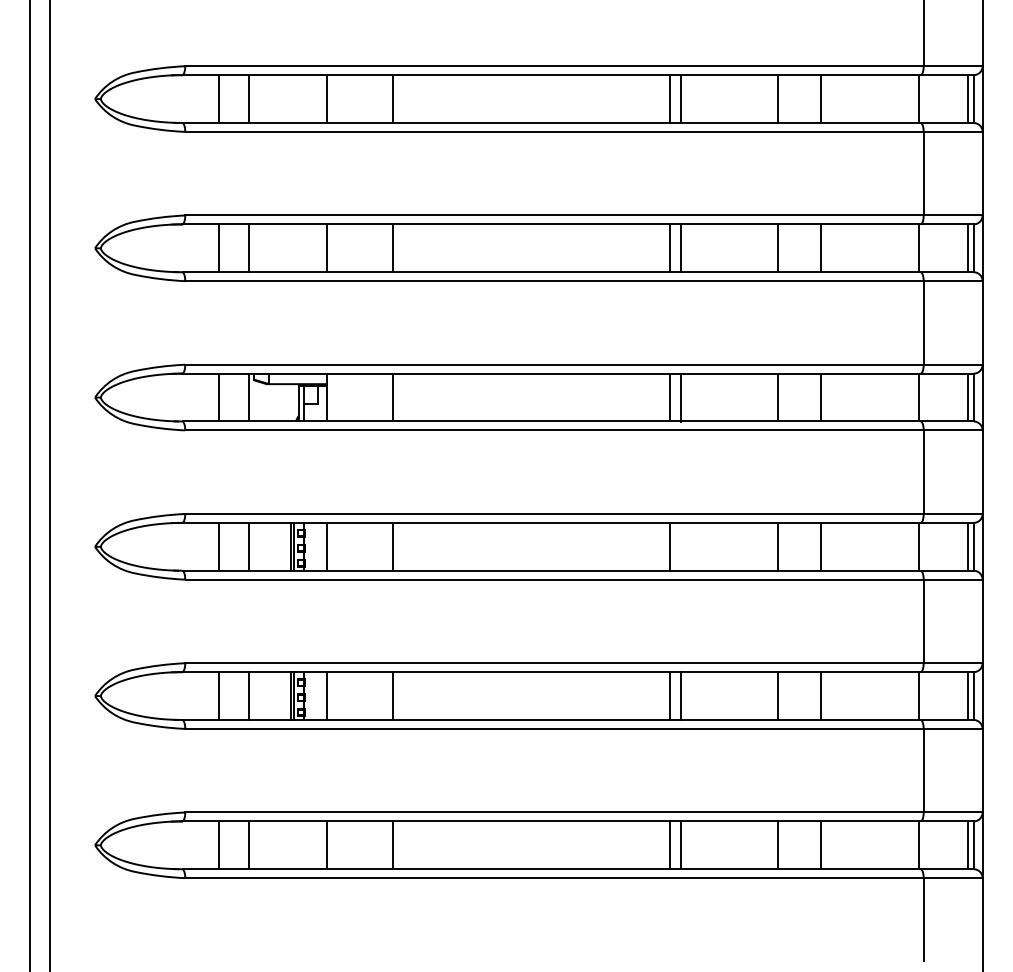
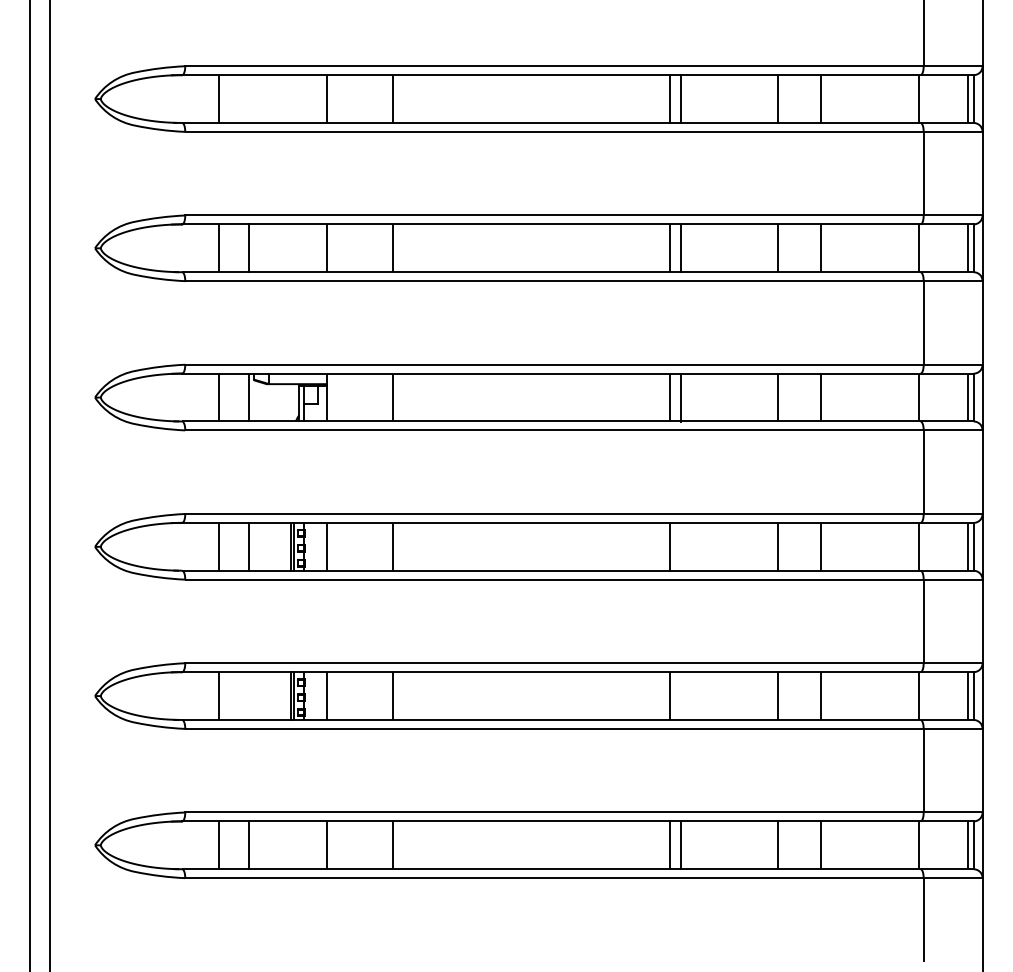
line at (249, 98): present -> none
line at (249, 695): present -> none
line at (681, 696): present -> none
